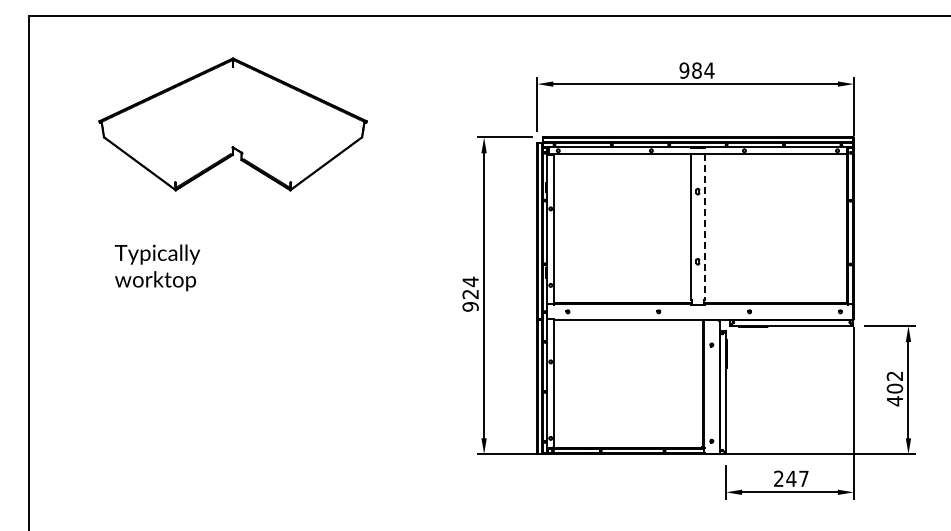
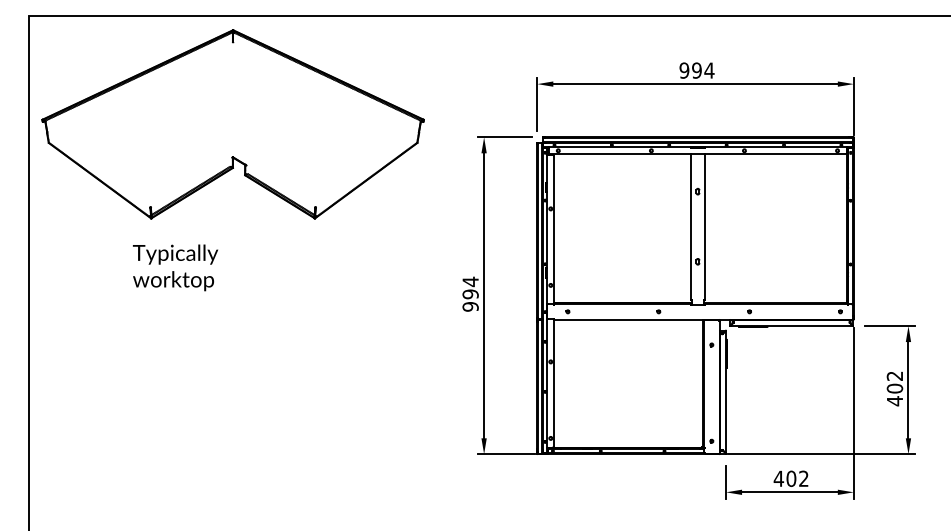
text at (696, 70): 984 -> 994
part at (232, 124) size: 270x135 px -> 384x191 px
line at (704, 226): dashed -> solid
text at (157, 267) position: (157, 267) -> (175, 267)
text at (470, 294): 924 -> 994
text at (790, 478): 247 -> 402
